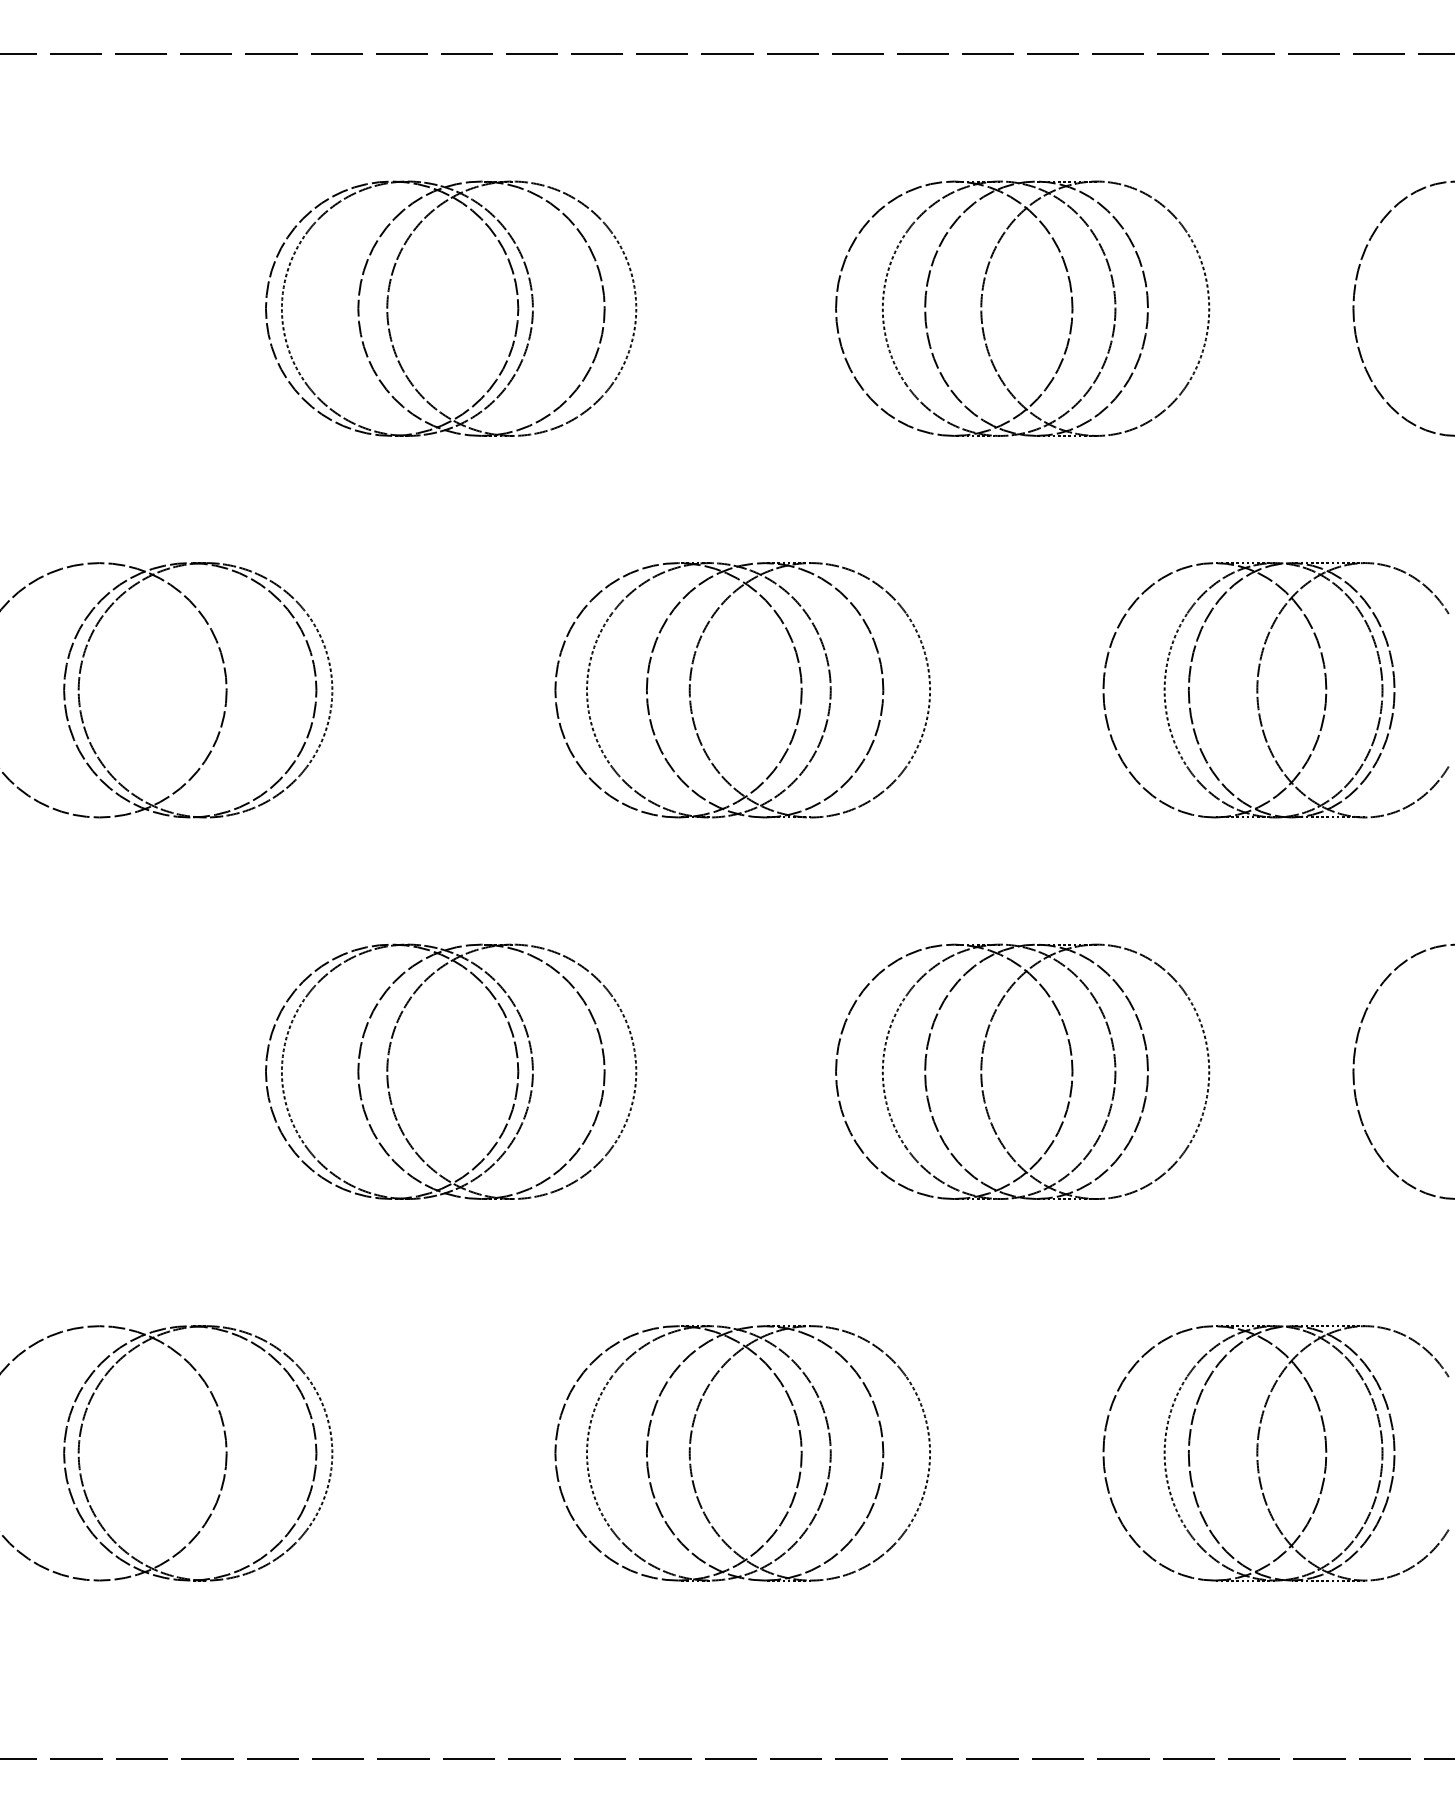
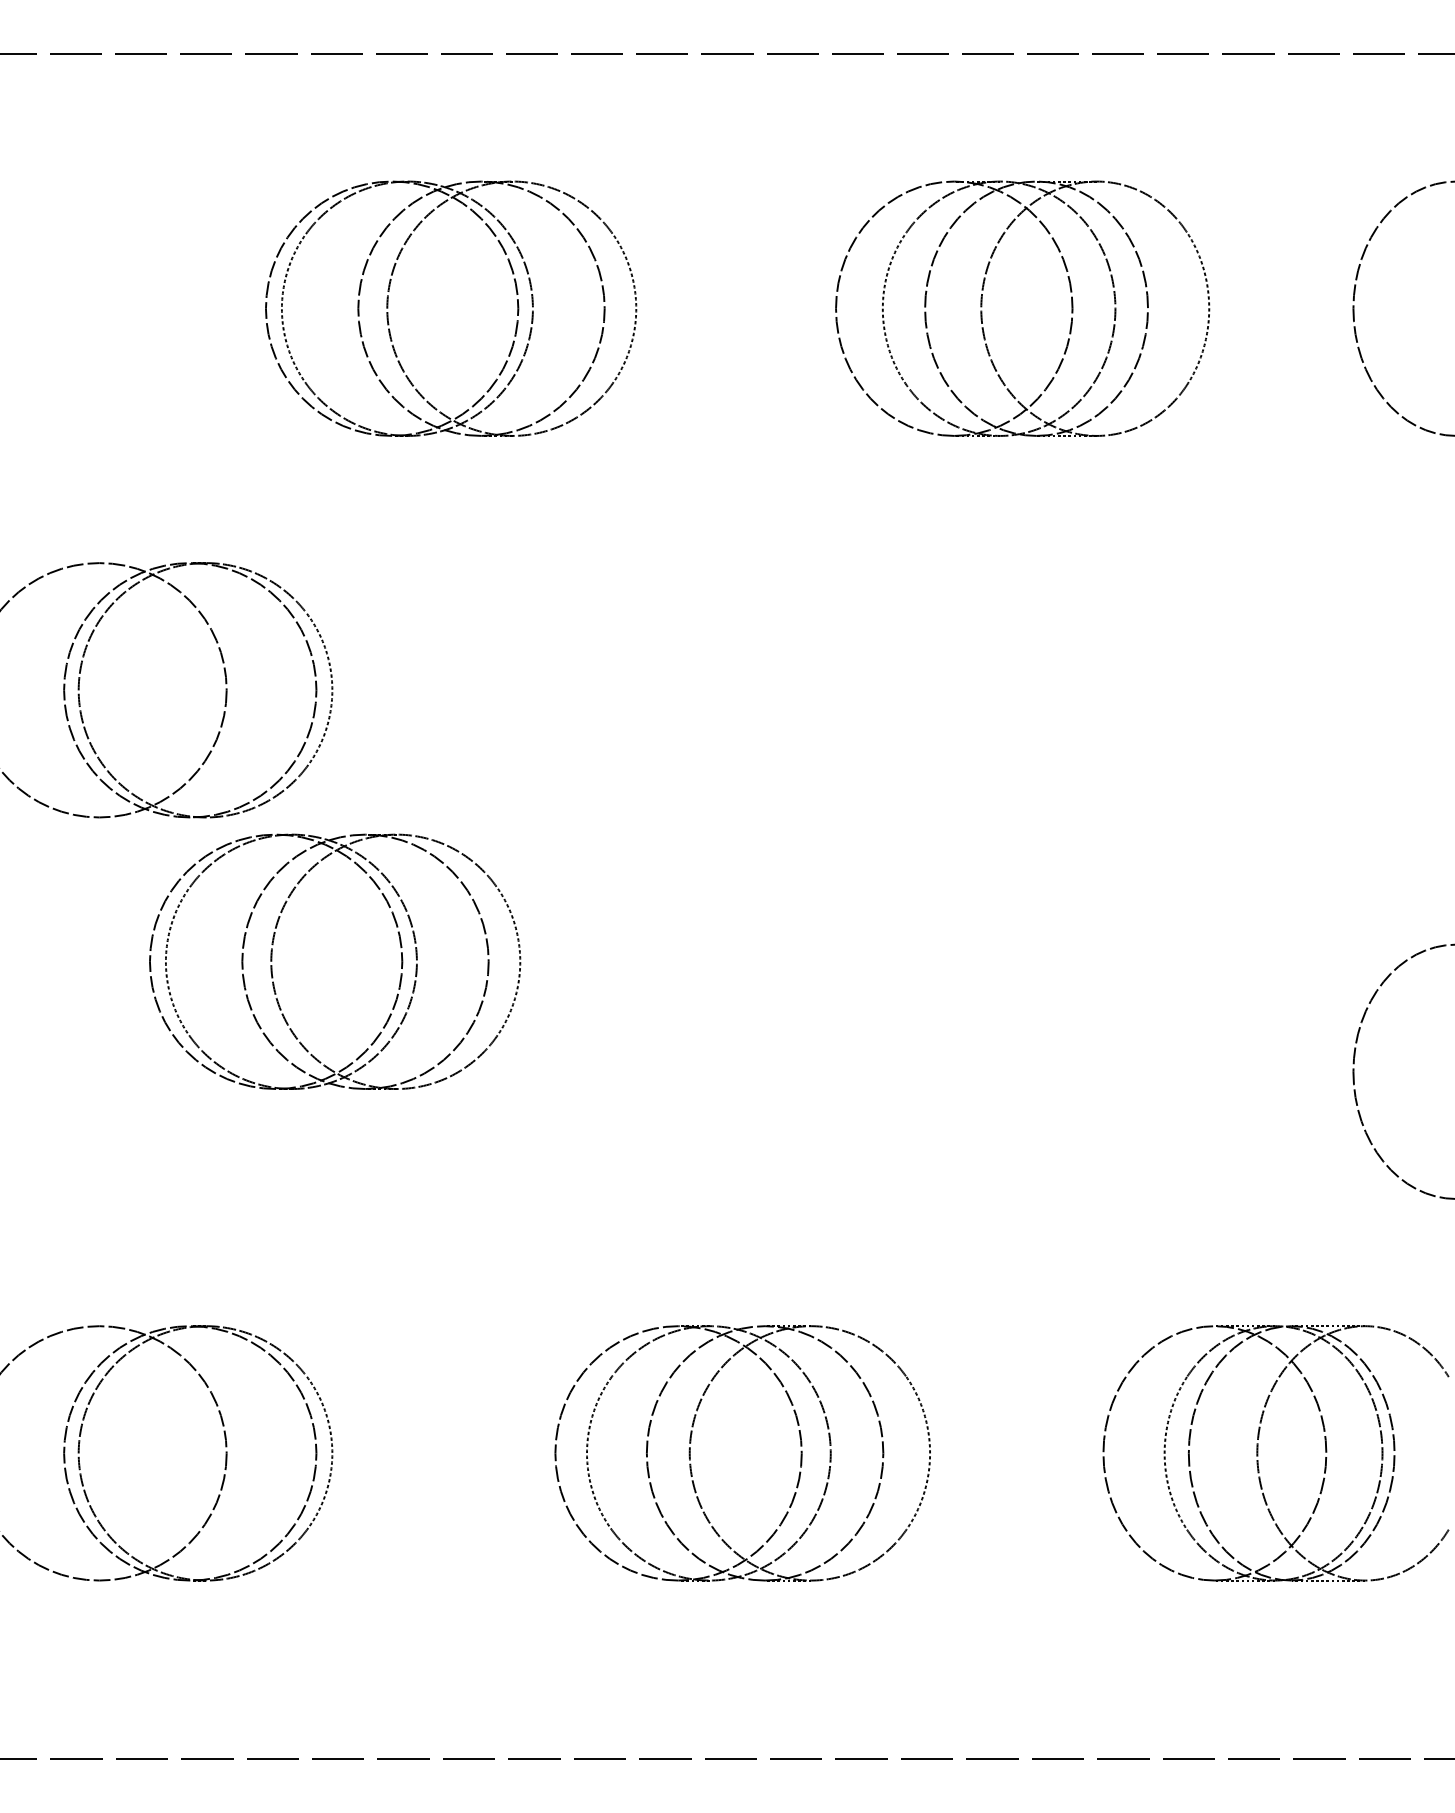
part at (690, 690): present -> none
part at (1258, 690): present -> none
part at (982, 1069): present -> none
part at (388, 1071) position: (388, 1071) -> (272, 961)
